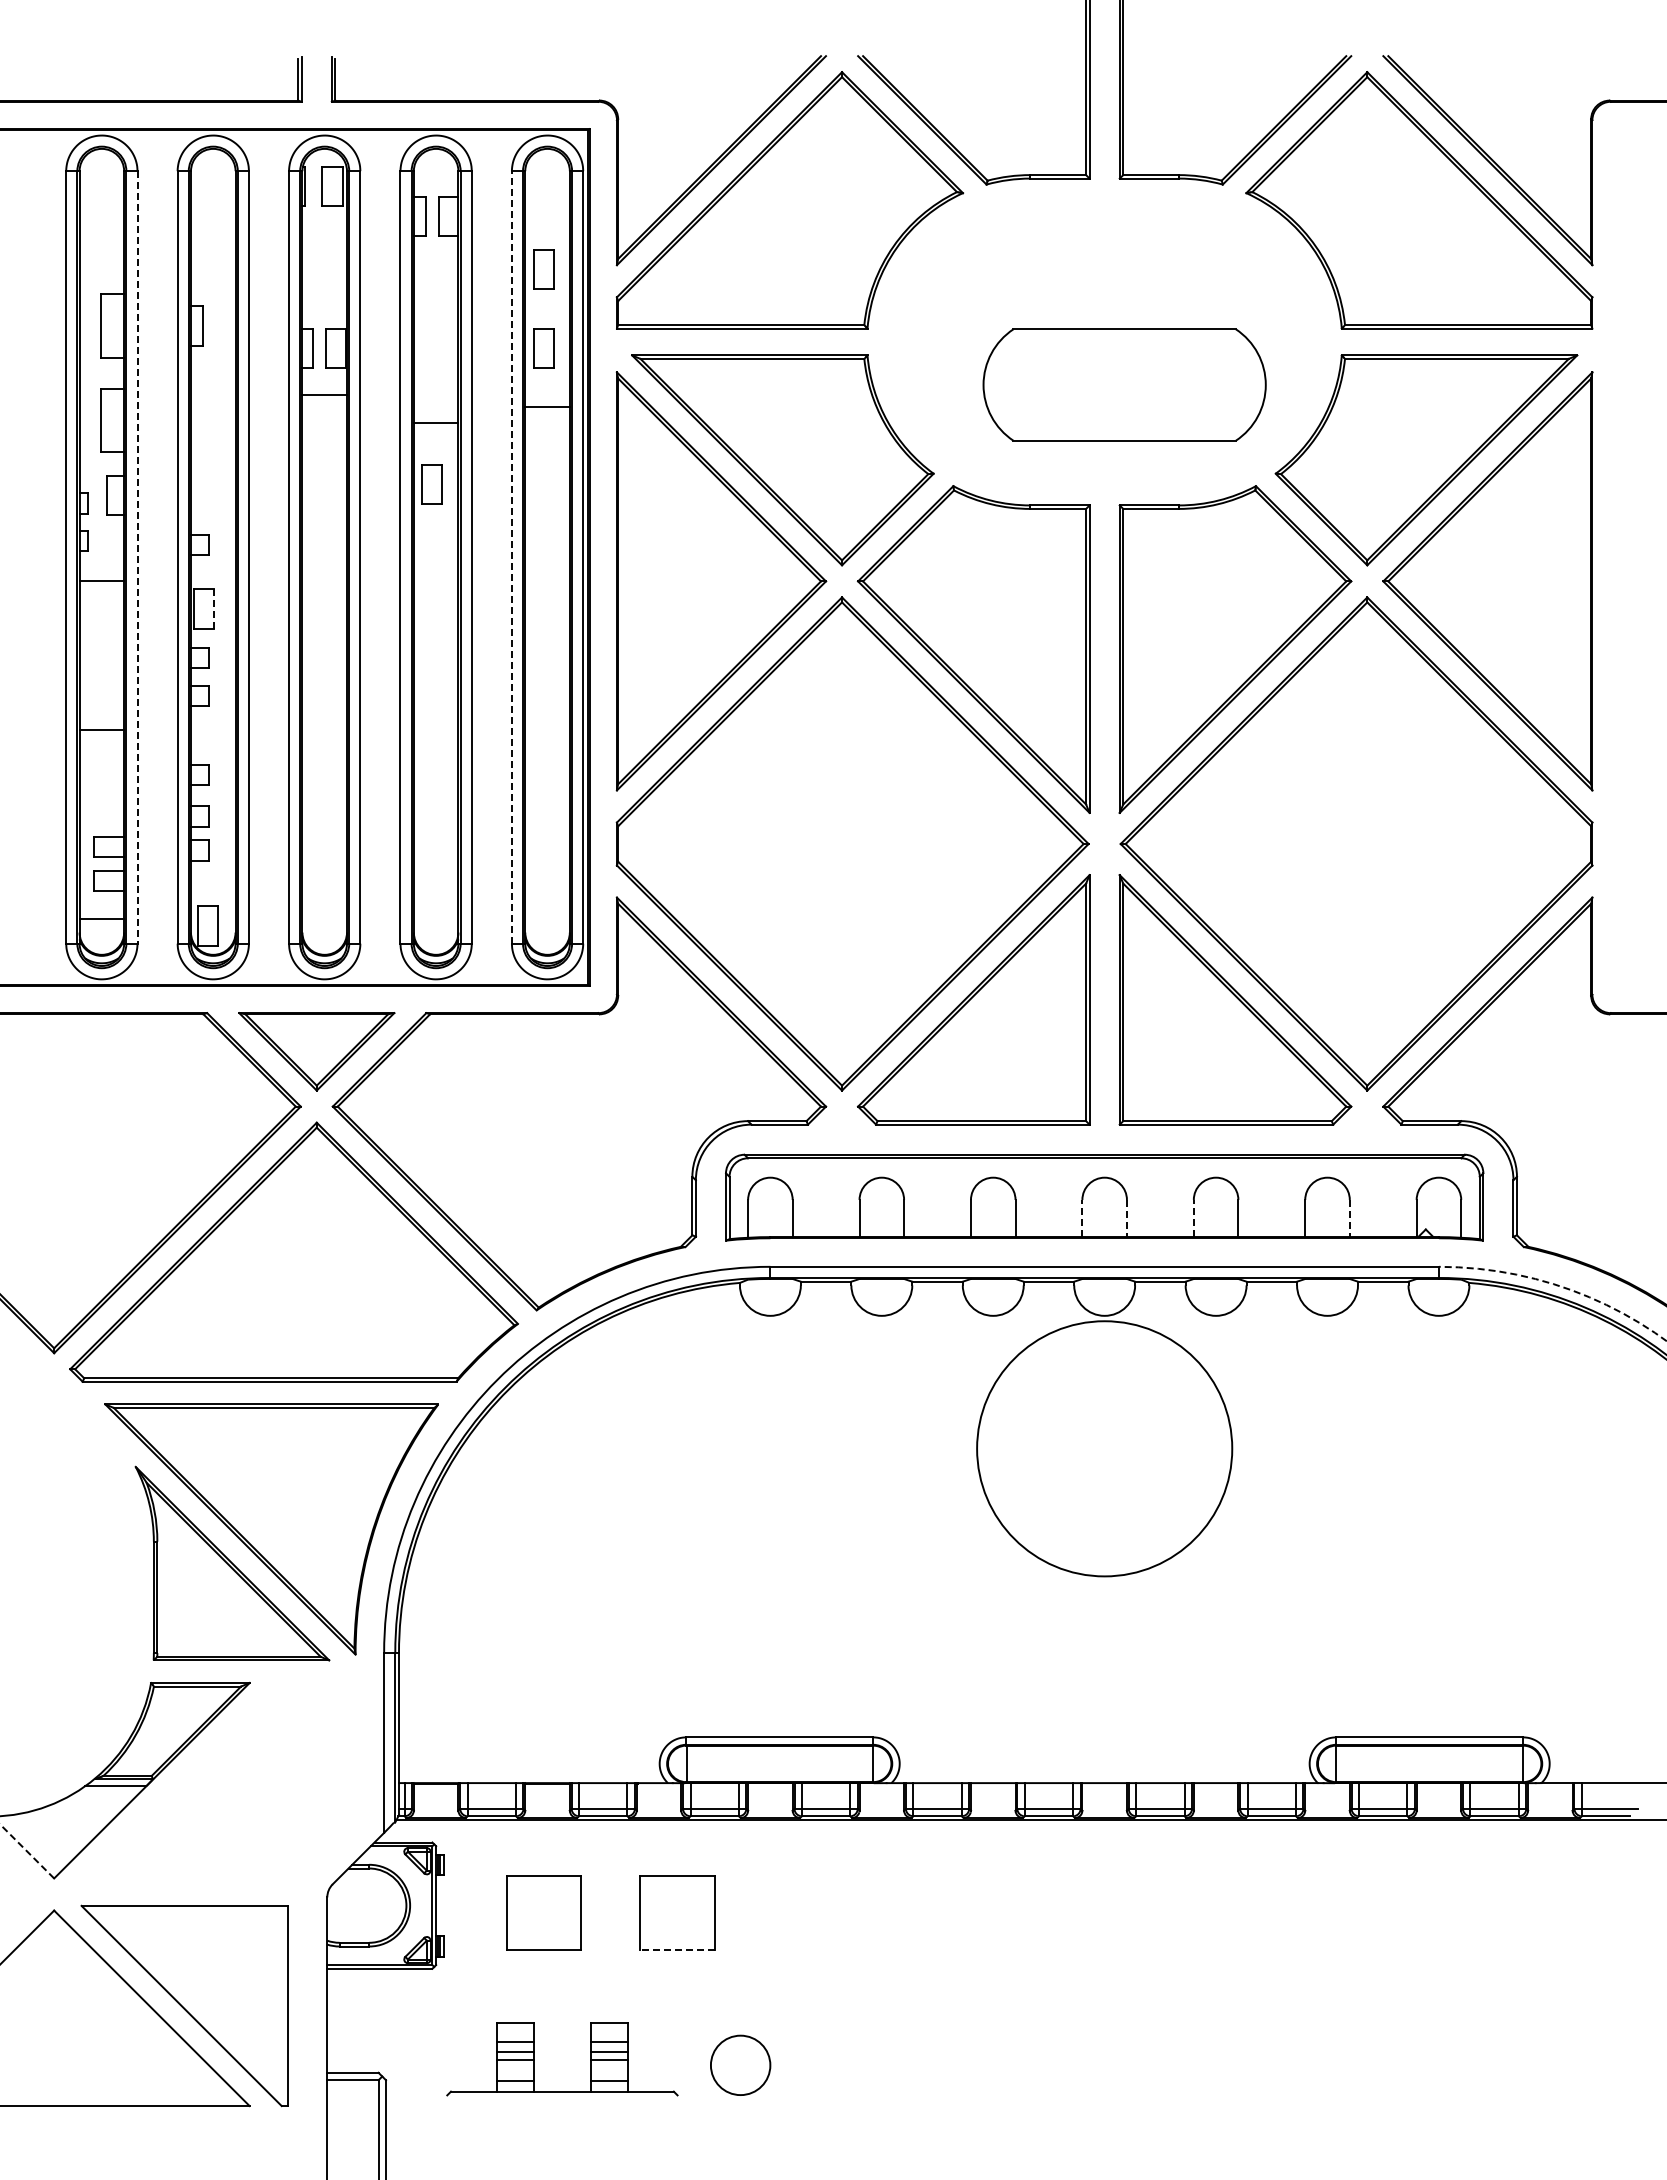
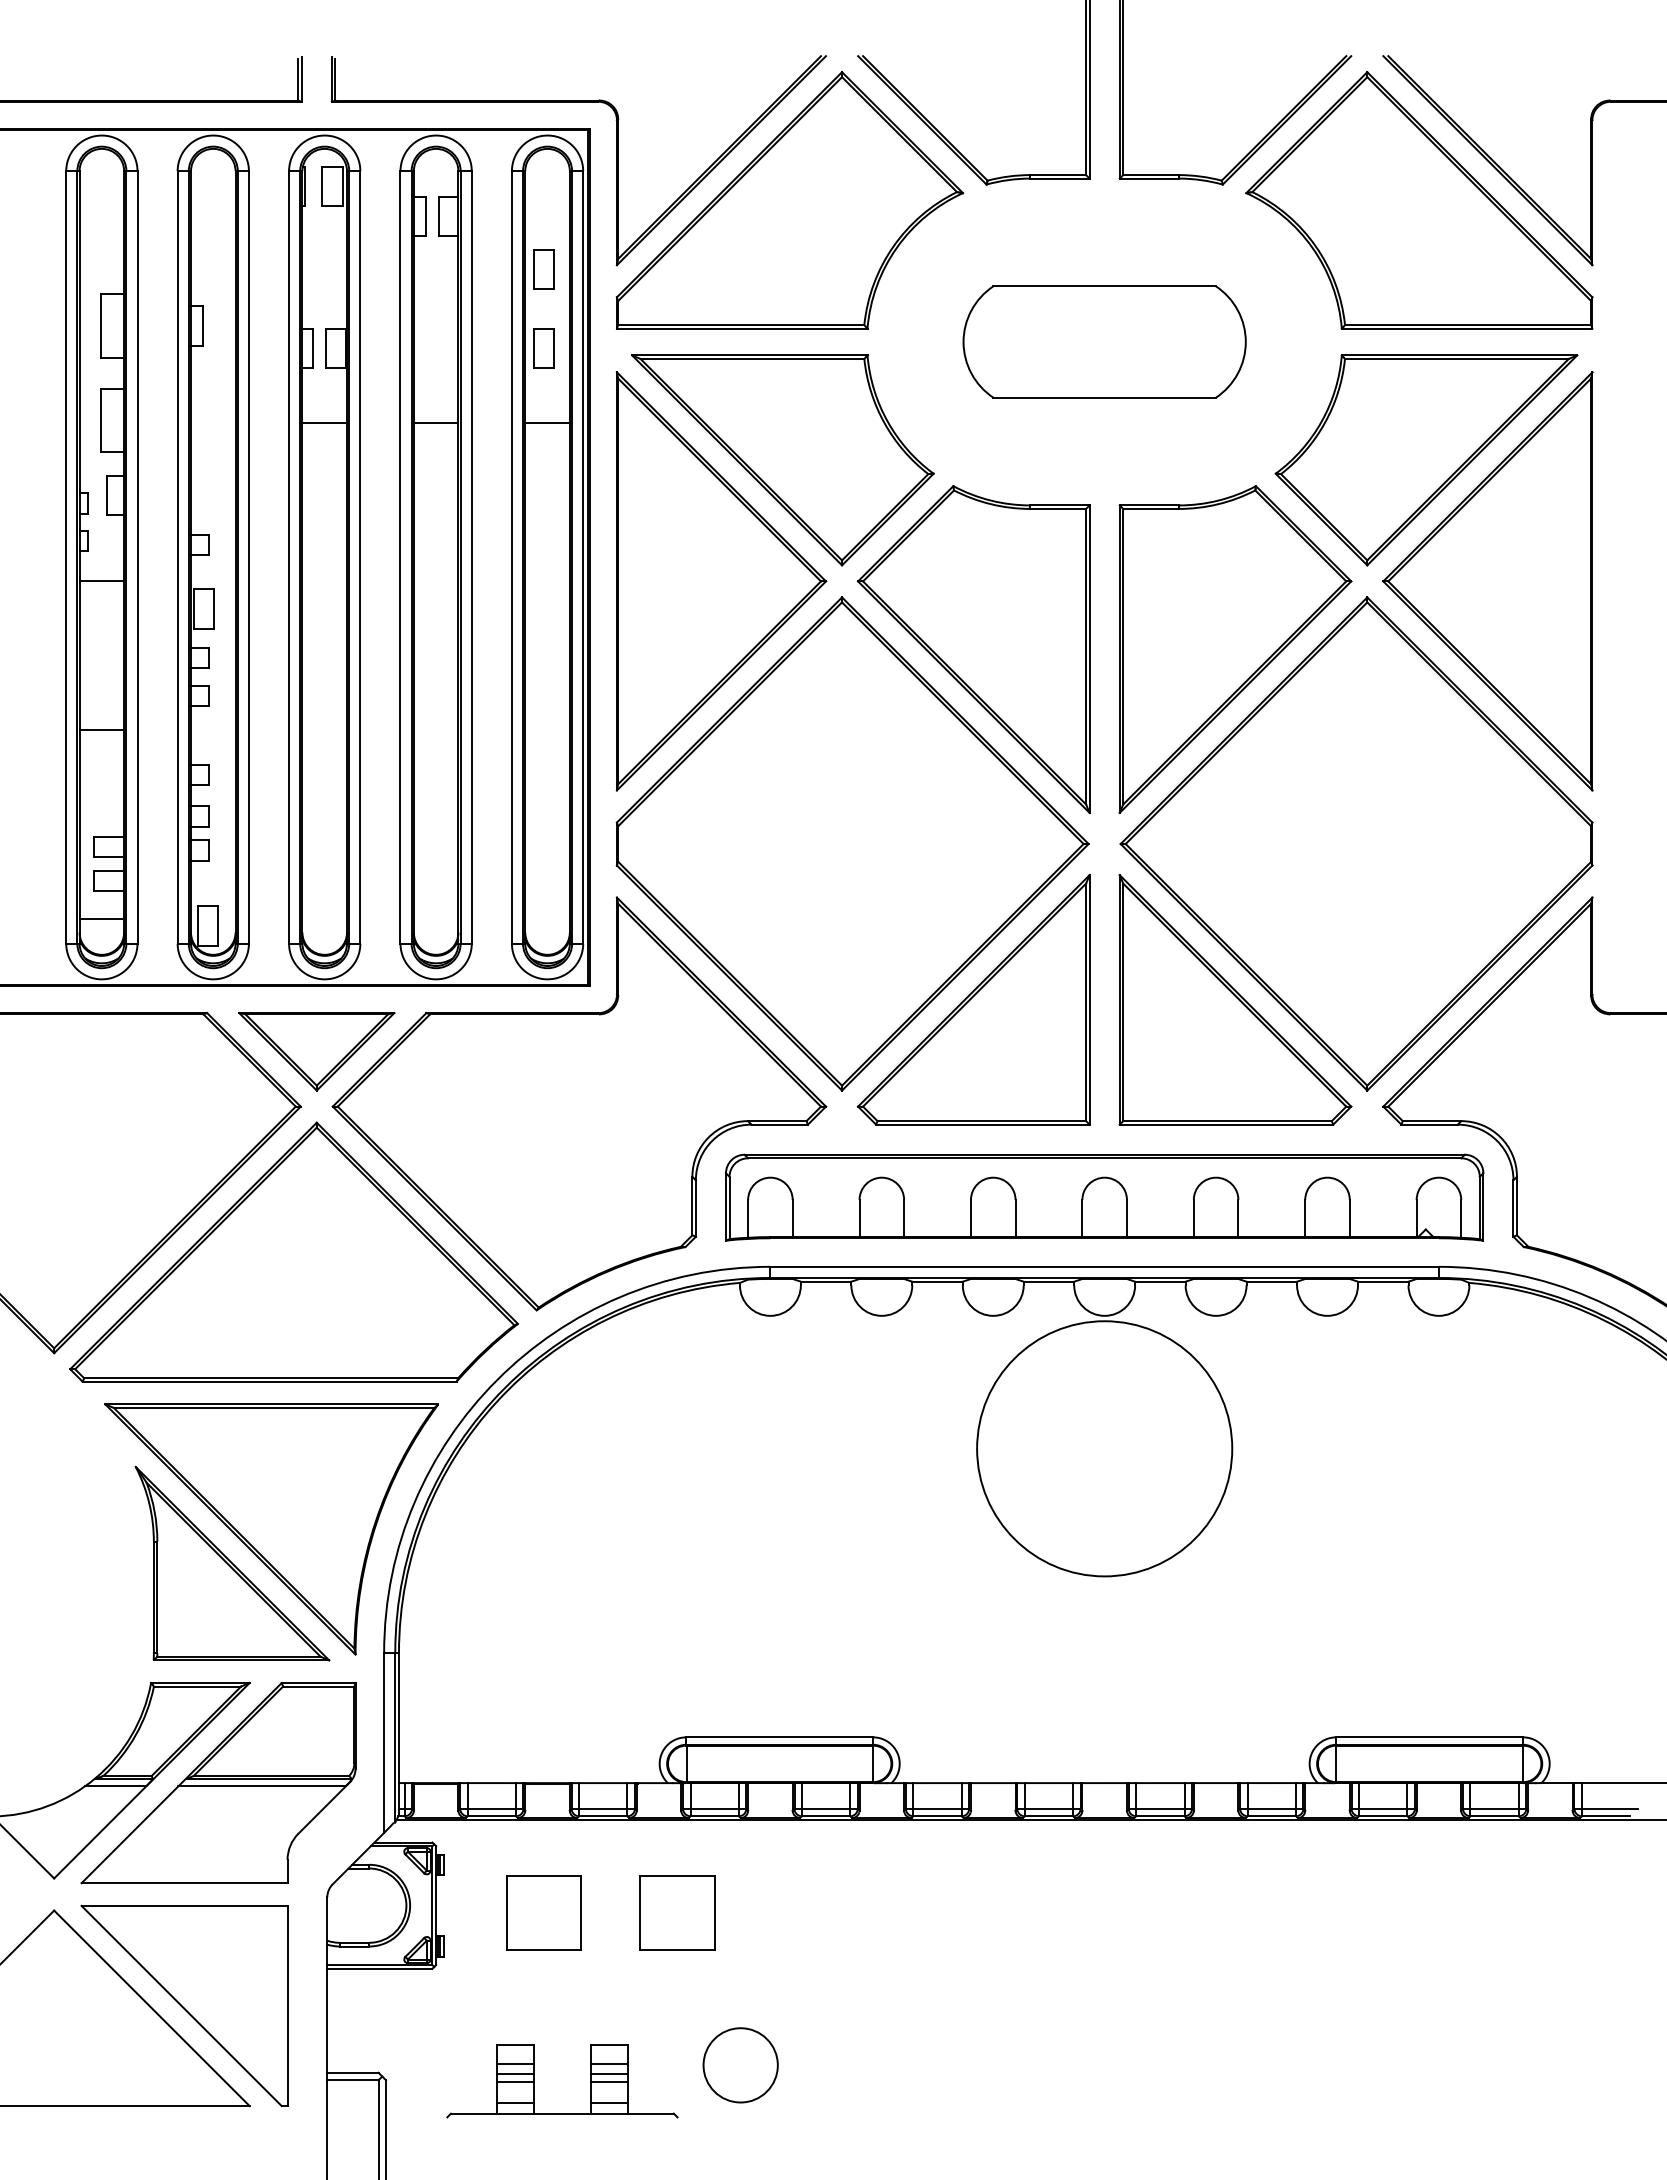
part at (1124, 384) position: (1124, 384) -> (1104, 341)
line at (324, 394) position: (324, 394) -> (324, 422)
line at (547, 406) position: (547, 406) -> (547, 422)
part at (431, 484): present -> none
line at (511, 556): dashed -> solid
line at (137, 557): dashed -> solid
line at (214, 609): dashed -> solid
line at (1082, 1218): dashed -> solid
line at (1126, 1218): dashed -> solid
line at (1193, 1218): dashed -> solid
line at (1349, 1218): dashed -> solid
arc at (1557, 1285): dashed -> solid
part at (218, 1782): none -> present
line at (27, 1851): dashed -> solid
line at (677, 1950): dashed -> solid
part at (534, 2059) position: (534, 2059) -> (534, 2081)
circle at (740, 2064) size: 62x62 px -> 77x77 px
